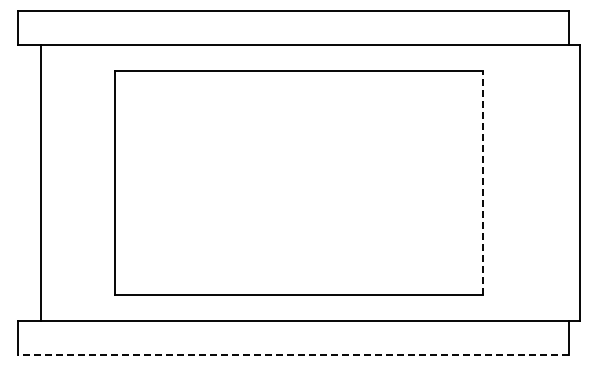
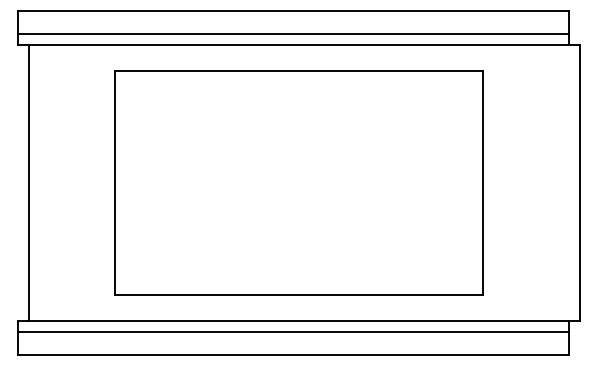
line at (292, 33): none -> present
line at (41, 182) position: (41, 182) -> (29, 182)
line at (482, 183): dashed -> solid
line at (292, 332): none -> present
line at (292, 355): dashed -> solid
